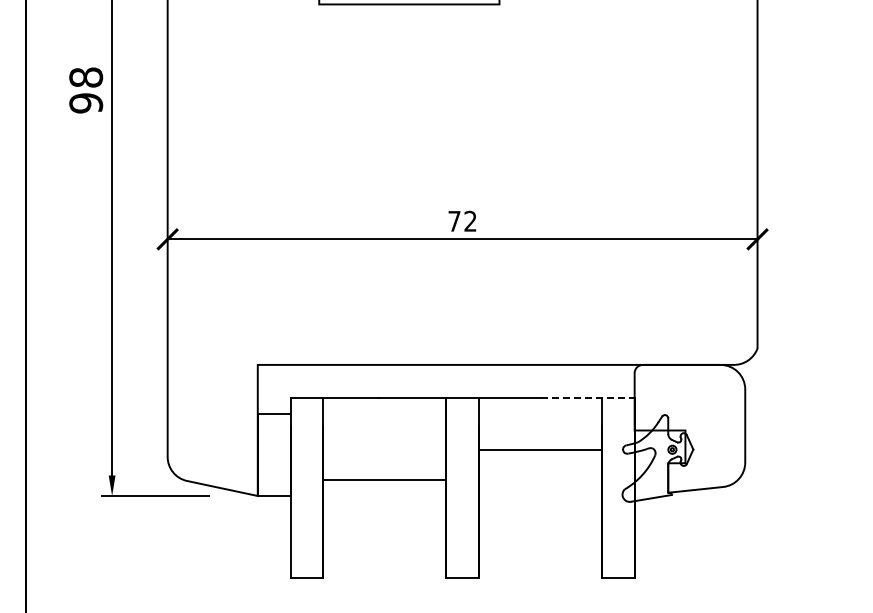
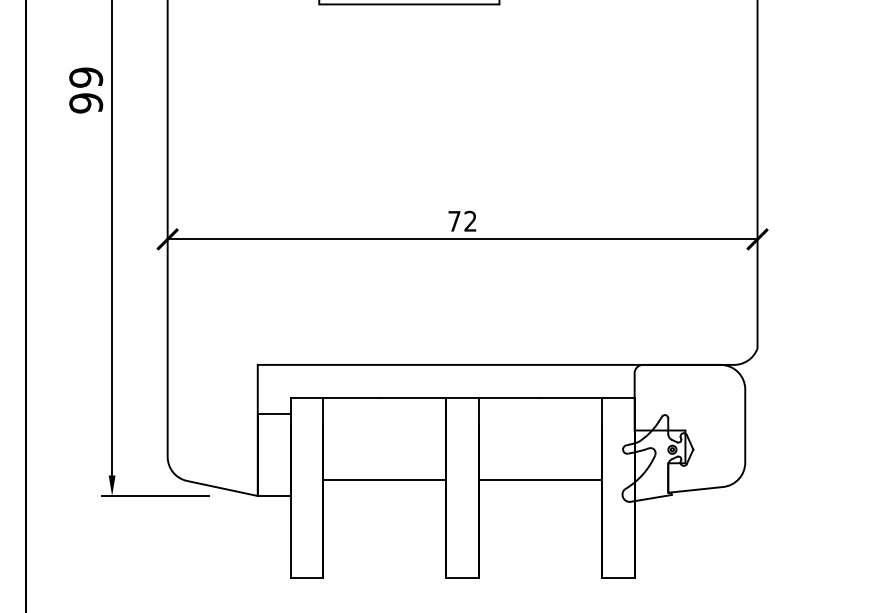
text at (86, 77): 98 -> 99
line at (587, 397): dashed -> solid
line at (539, 449) position: (539, 449) -> (539, 479)
